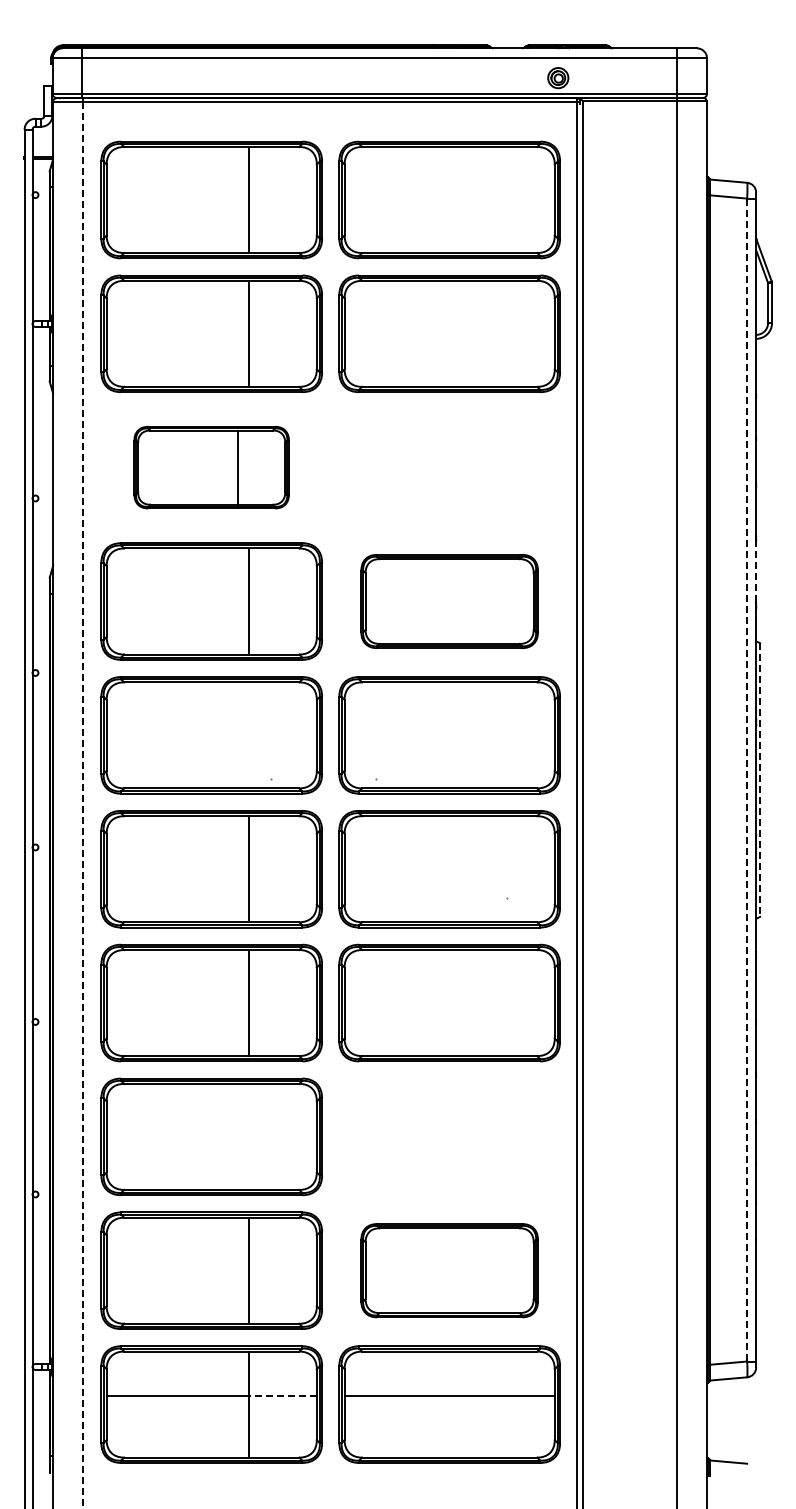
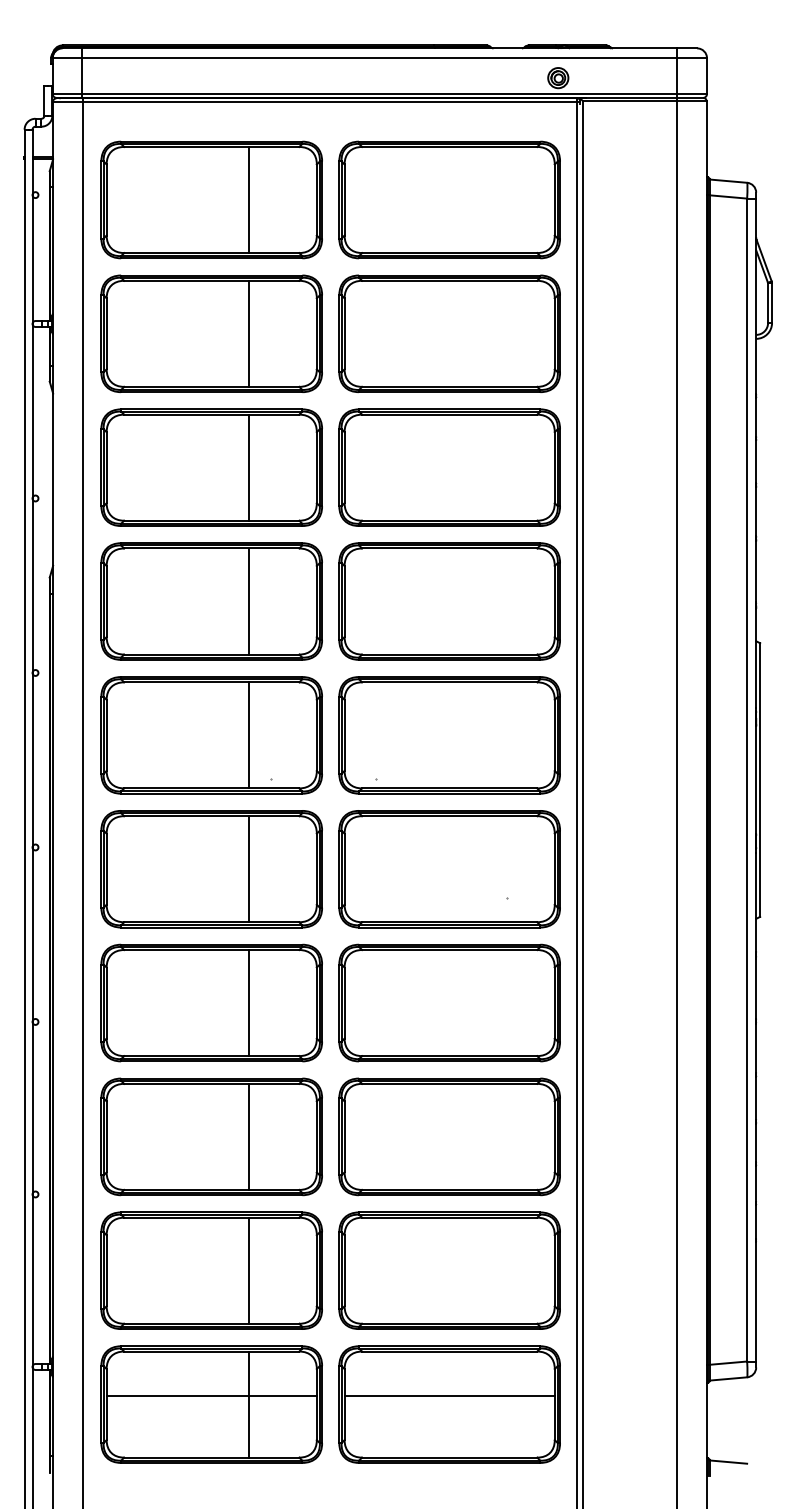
part at (211, 467) size: 157x85 px -> 223x119 px
part at (449, 467): none -> present
line at (756, 570): dashed -> solid
part at (449, 601) size: 179x96 px -> 223x119 px
line at (249, 735): none -> present
line at (747, 780): dashed -> solid
line at (760, 780): dashed -> solid
line at (82, 805): dashed -> solid
line at (249, 1136): none -> present
part at (449, 1136): none -> present
part at (449, 1270) size: 179x96 px -> 223x119 px
line at (283, 1396): dashed -> solid
